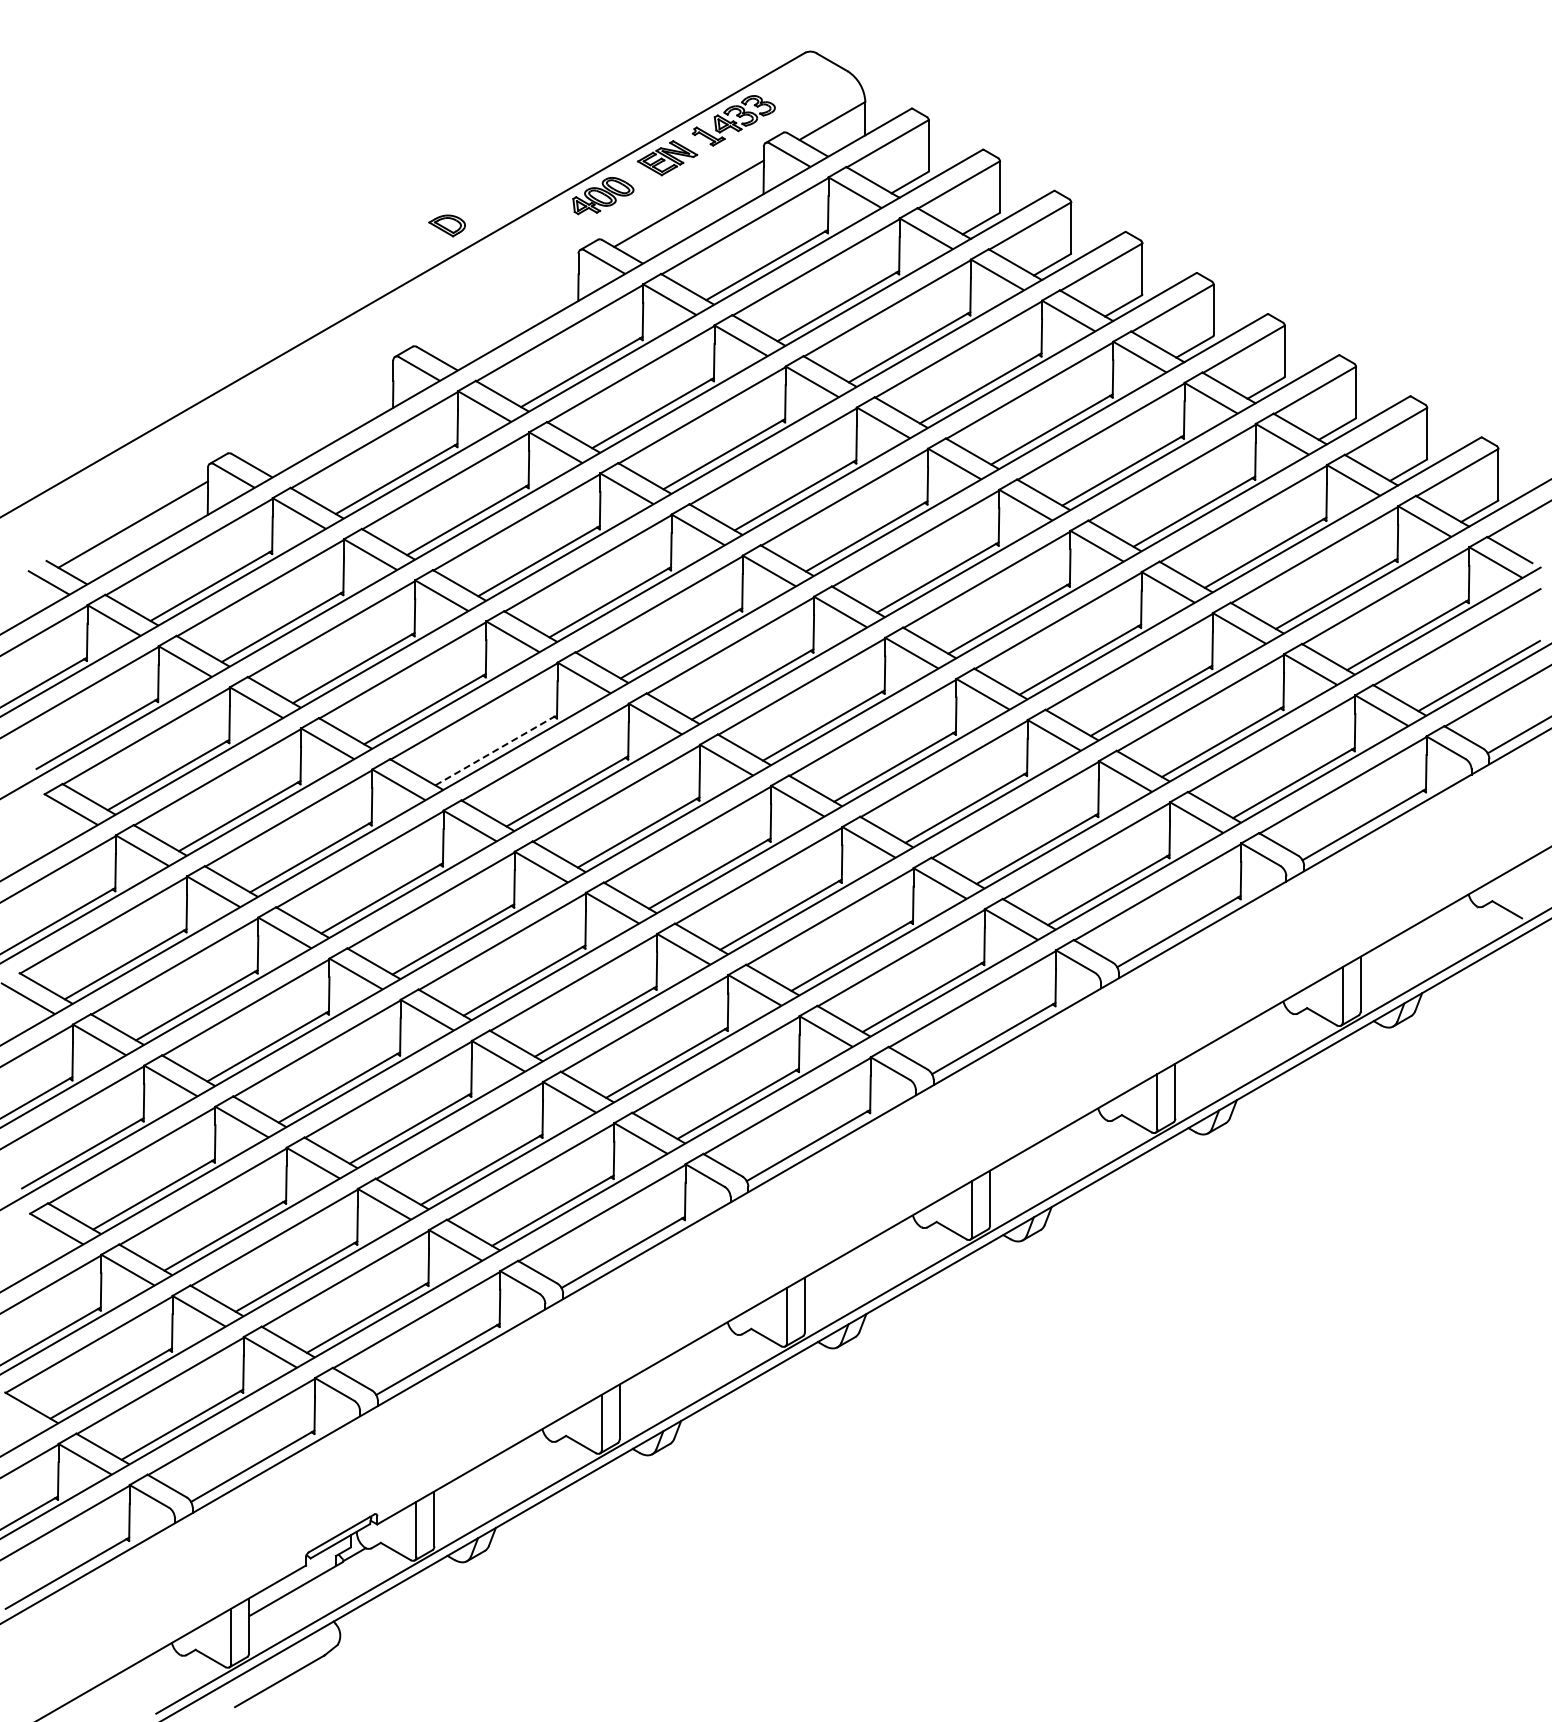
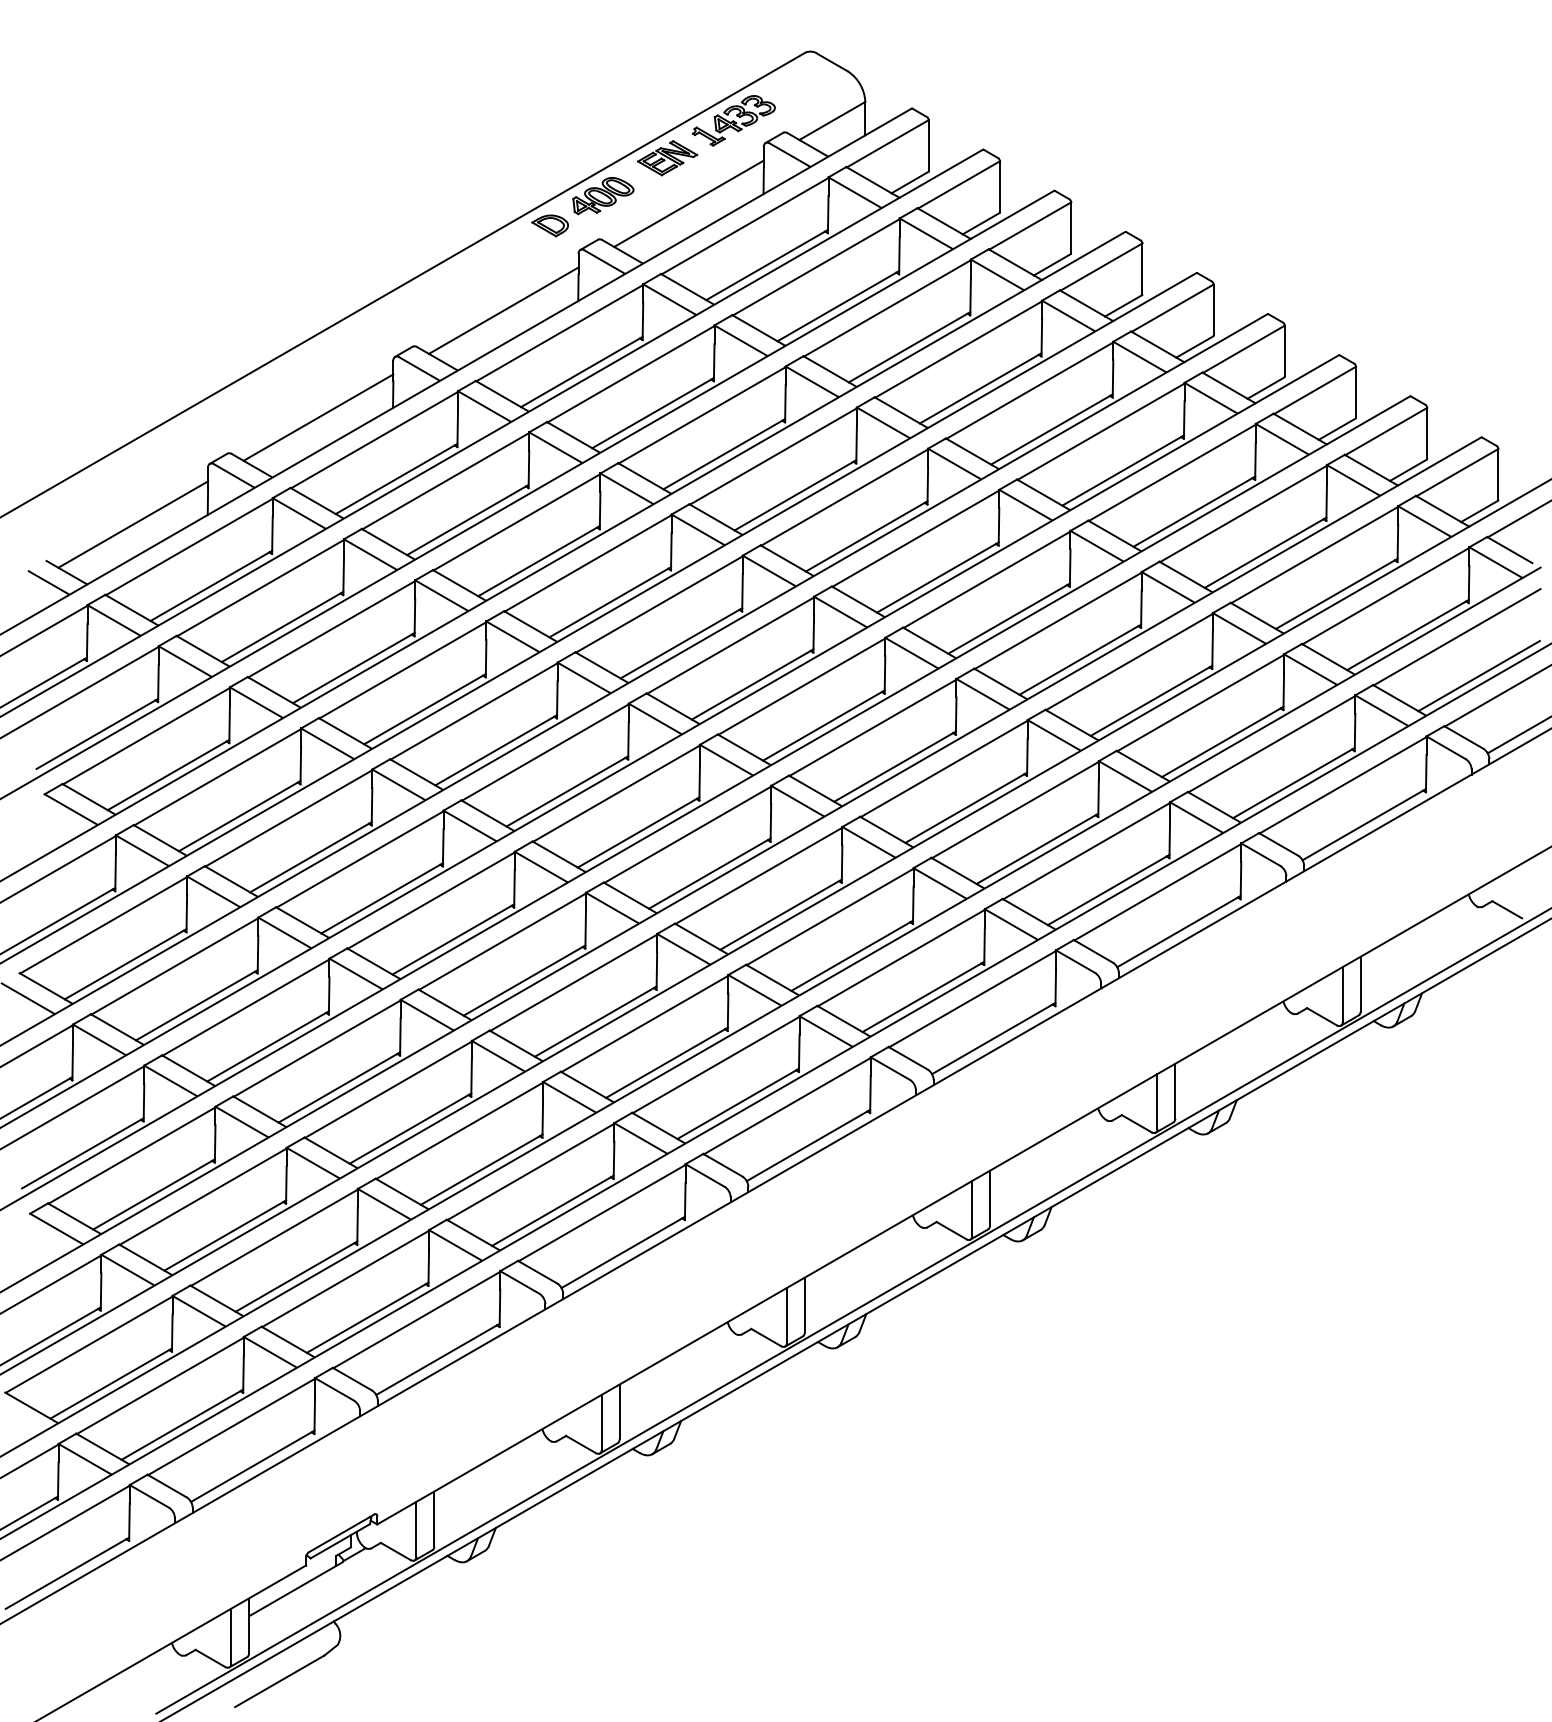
part at (446, 225) position: (446, 225) -> (549, 225)
line at (503, 310): none -> present
line at (318, 417): none -> present
line at (496, 750): dashed -> solid
